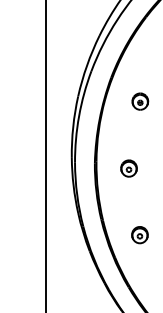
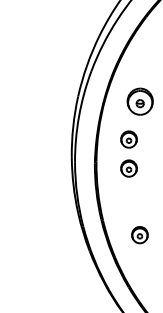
part at (140, 101) size: 19x19 px -> 28x29 px
part at (128, 139): none -> present
line at (46, 155): present -> none
